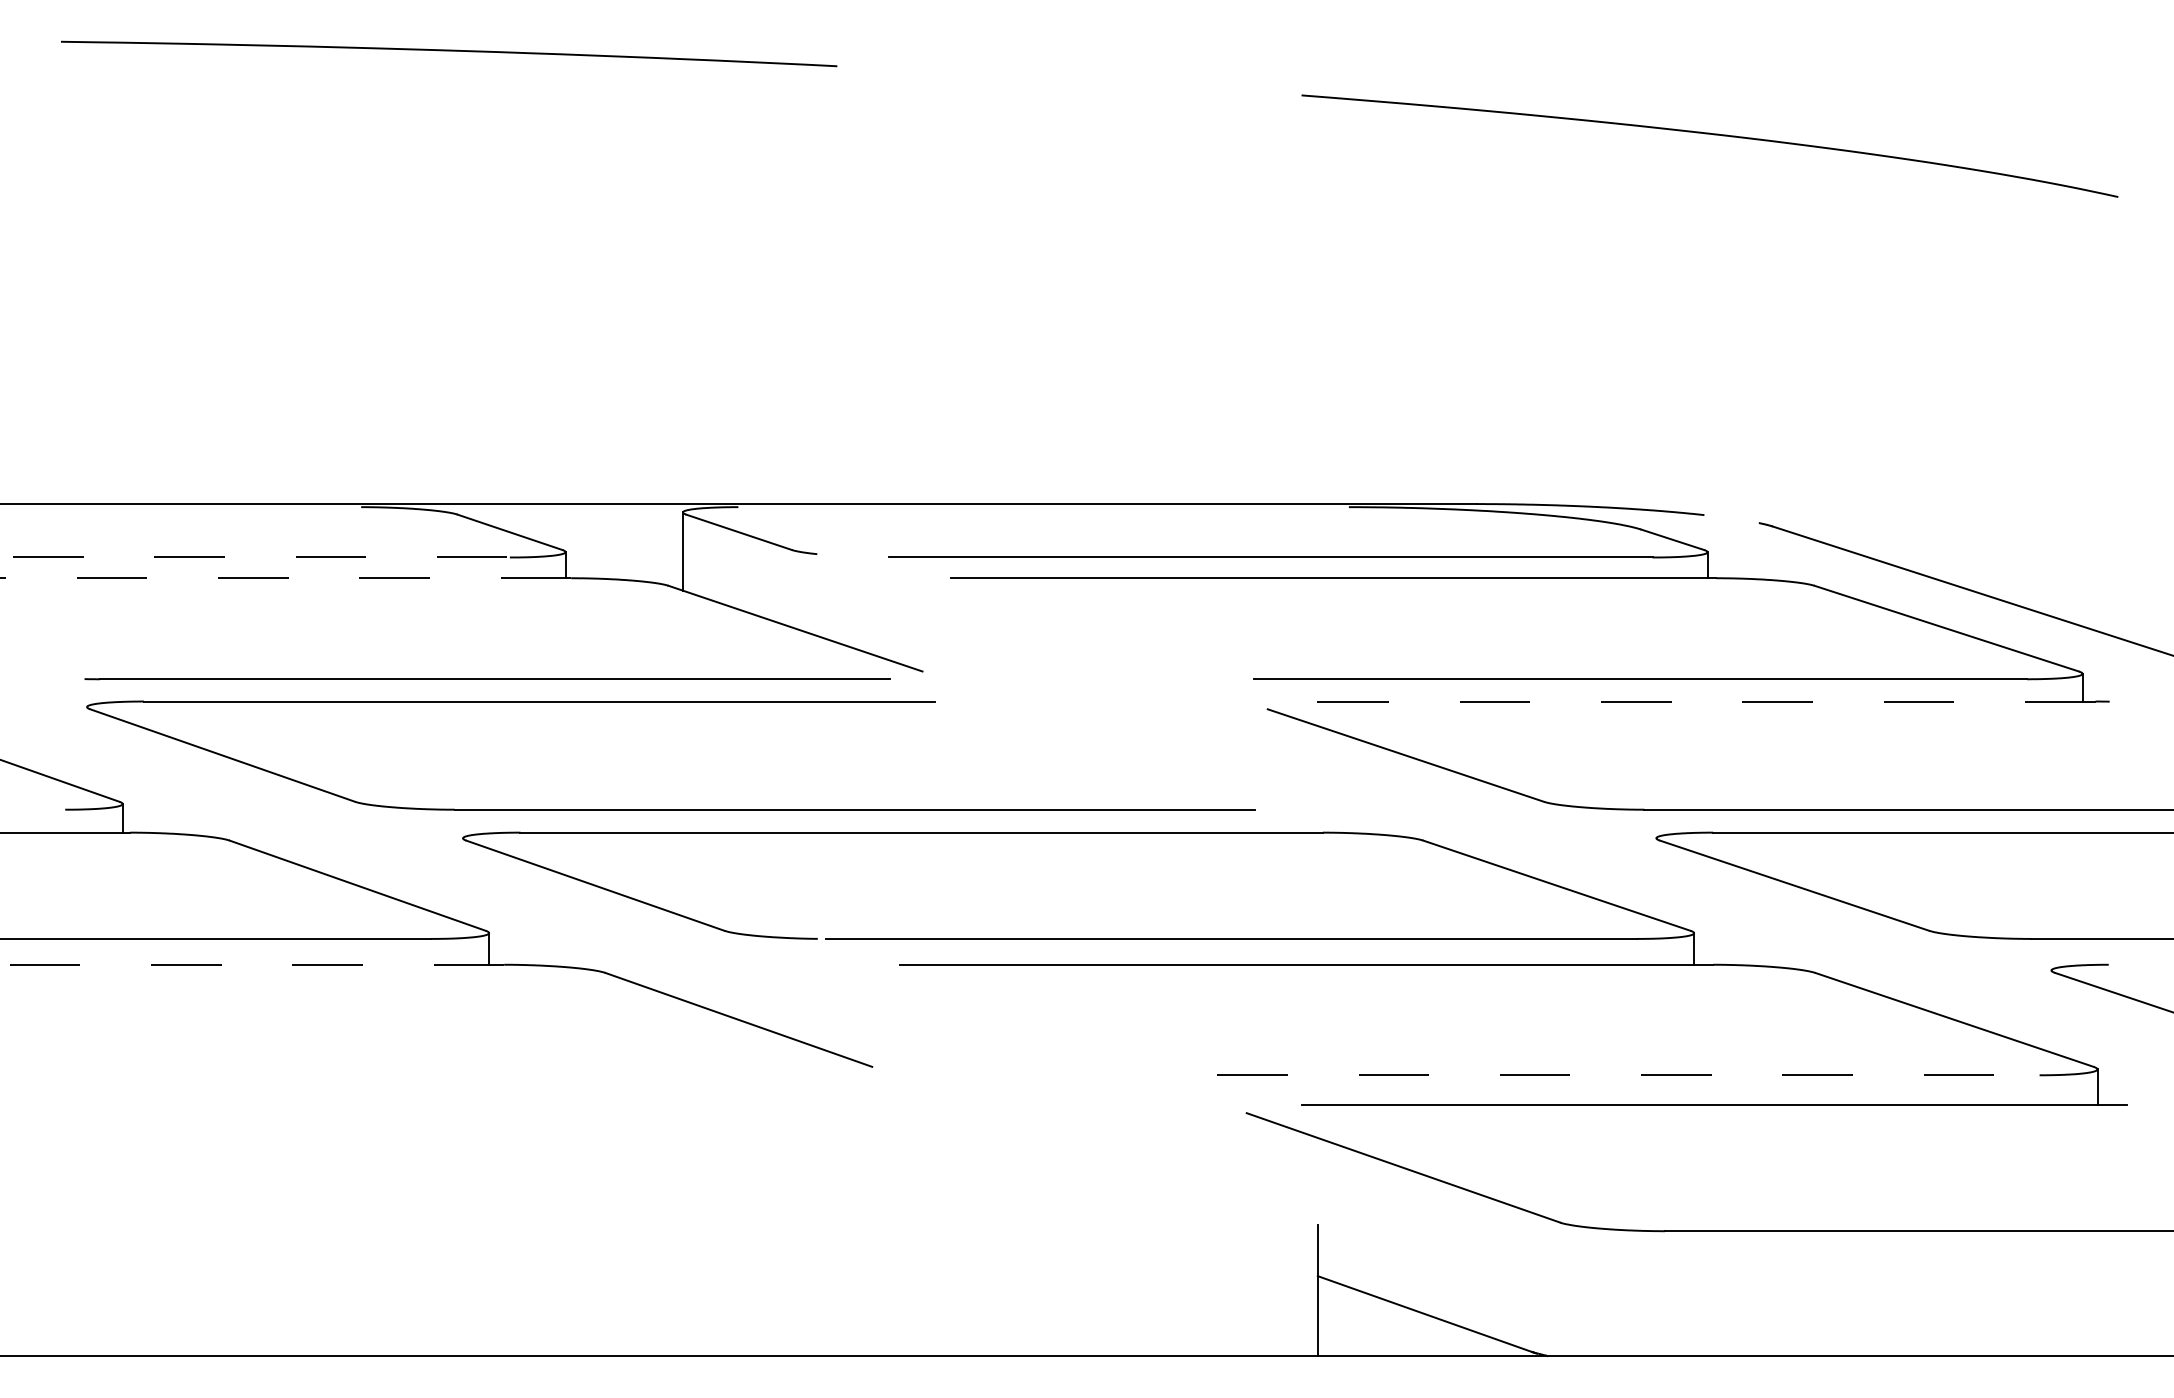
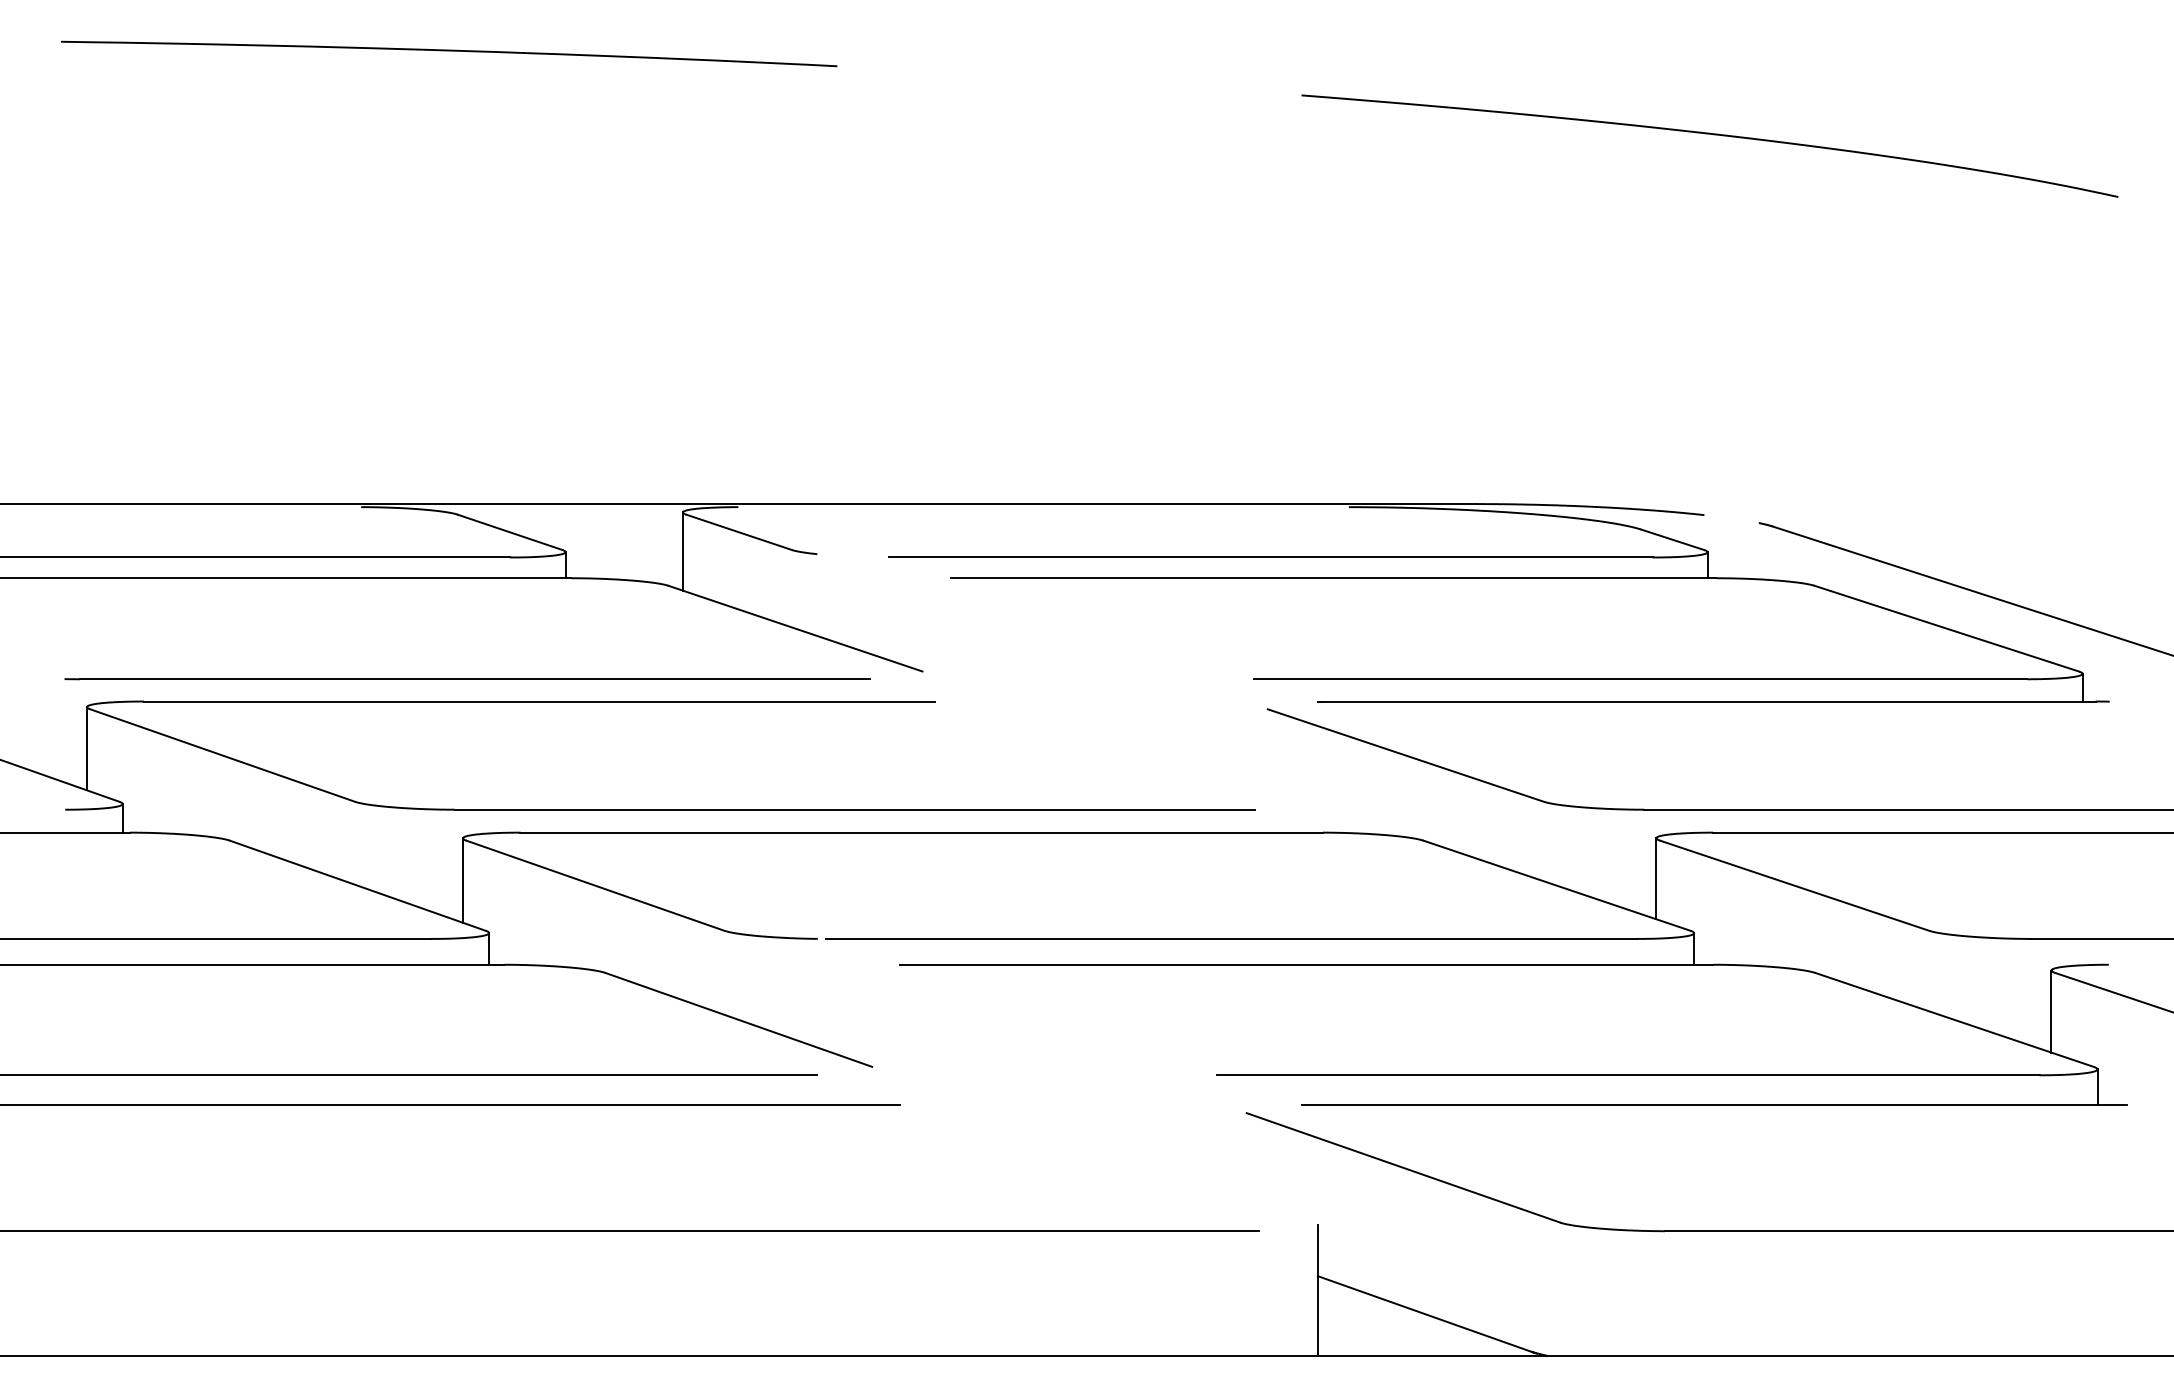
line at (255, 557): dashed -> solid
line at (285, 578): dashed -> solid
line at (487, 679) position: (487, 679) -> (467, 679)
line at (1708, 701): dashed -> solid
line at (87, 748): none -> present
line at (1656, 878): none -> present
line at (463, 880): none -> present
line at (252, 964): dashed -> solid
line at (2051, 1011): none -> present
line at (409, 1075): none -> present
line at (1628, 1075): dashed -> solid
line at (451, 1104): none -> present
line at (630, 1231): none -> present
